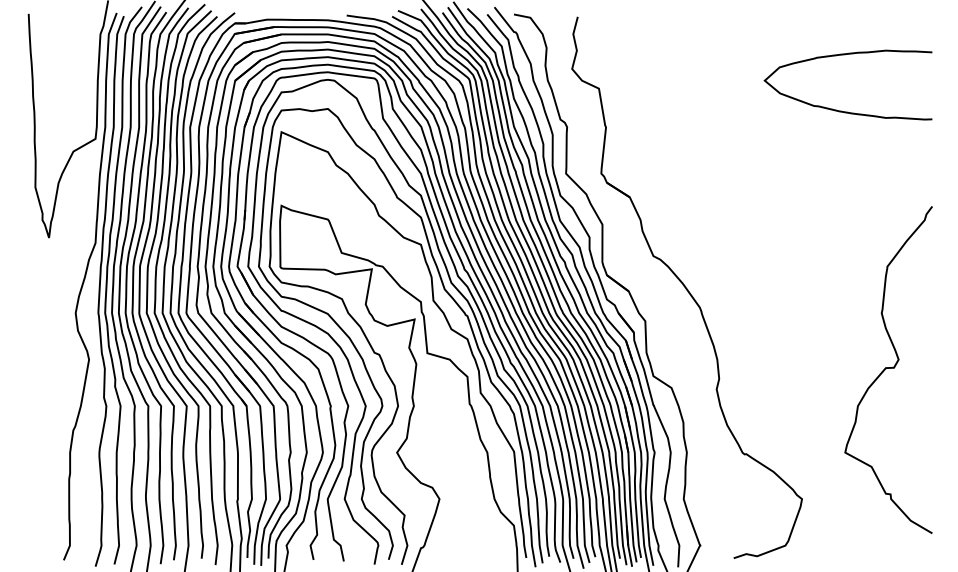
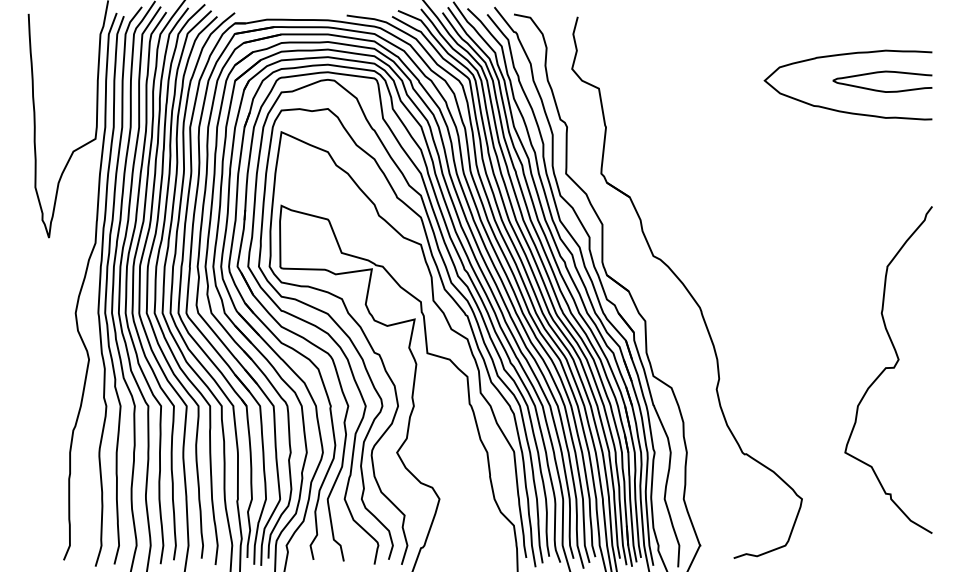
curve at (878, 73): none -> present
